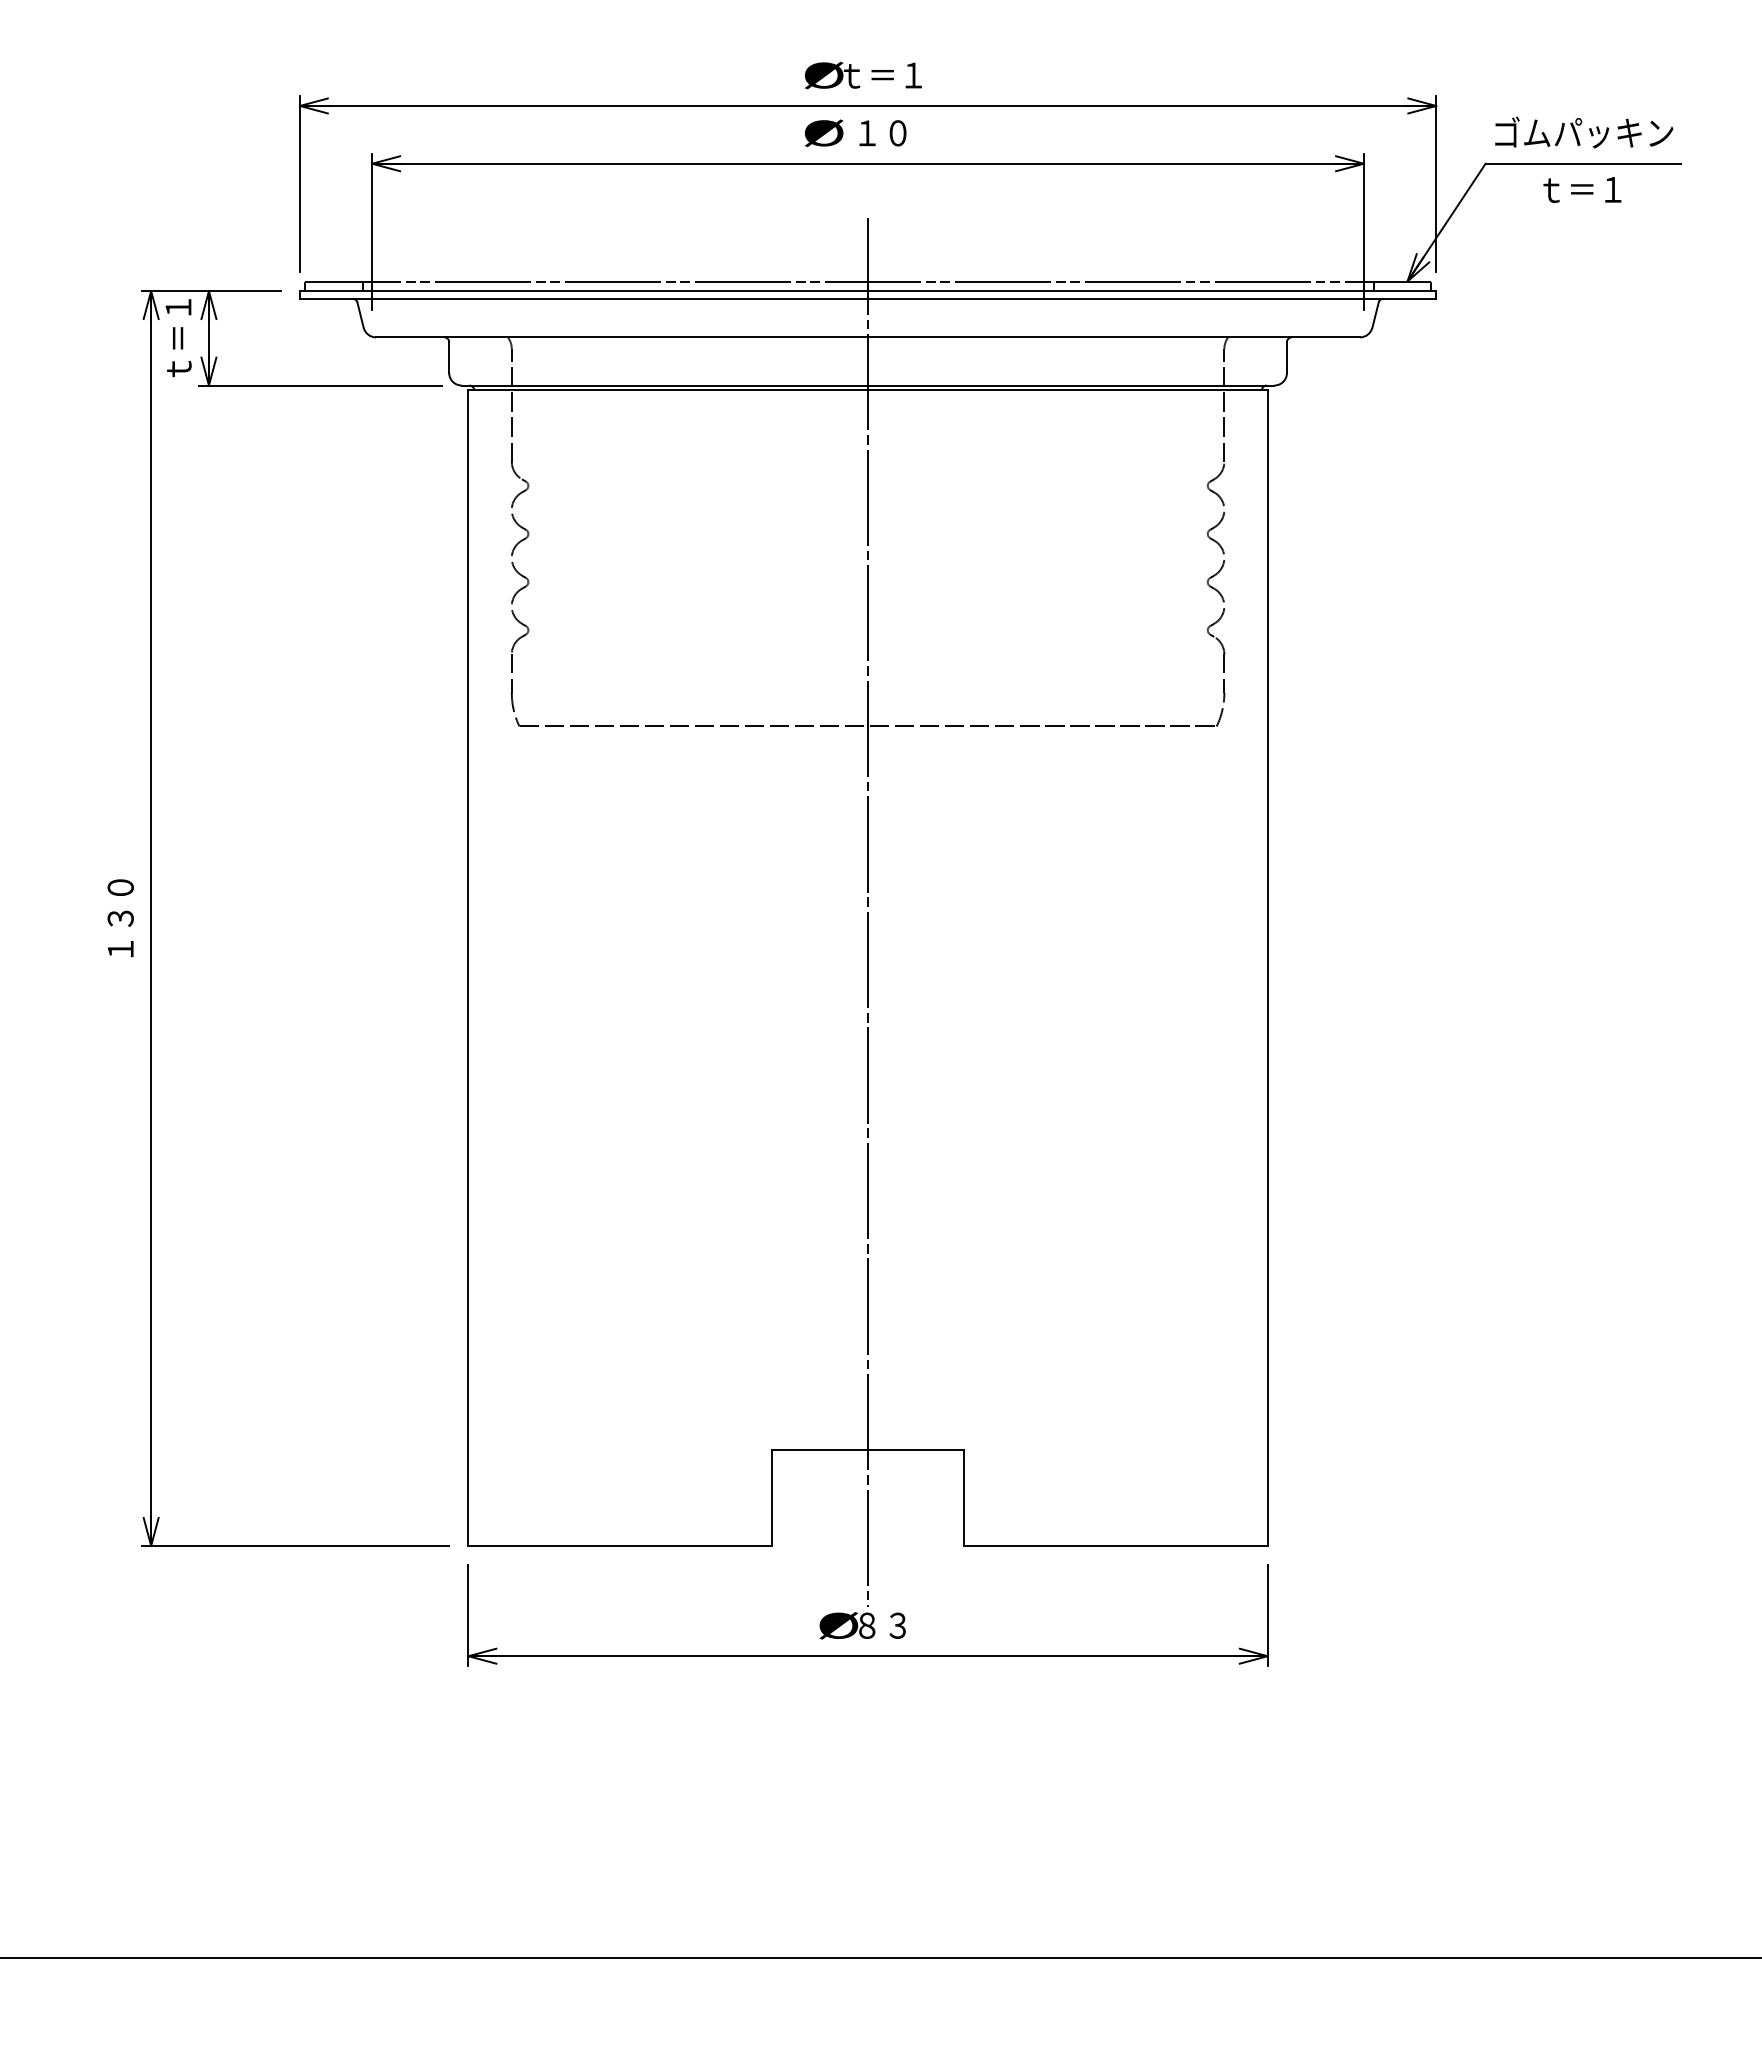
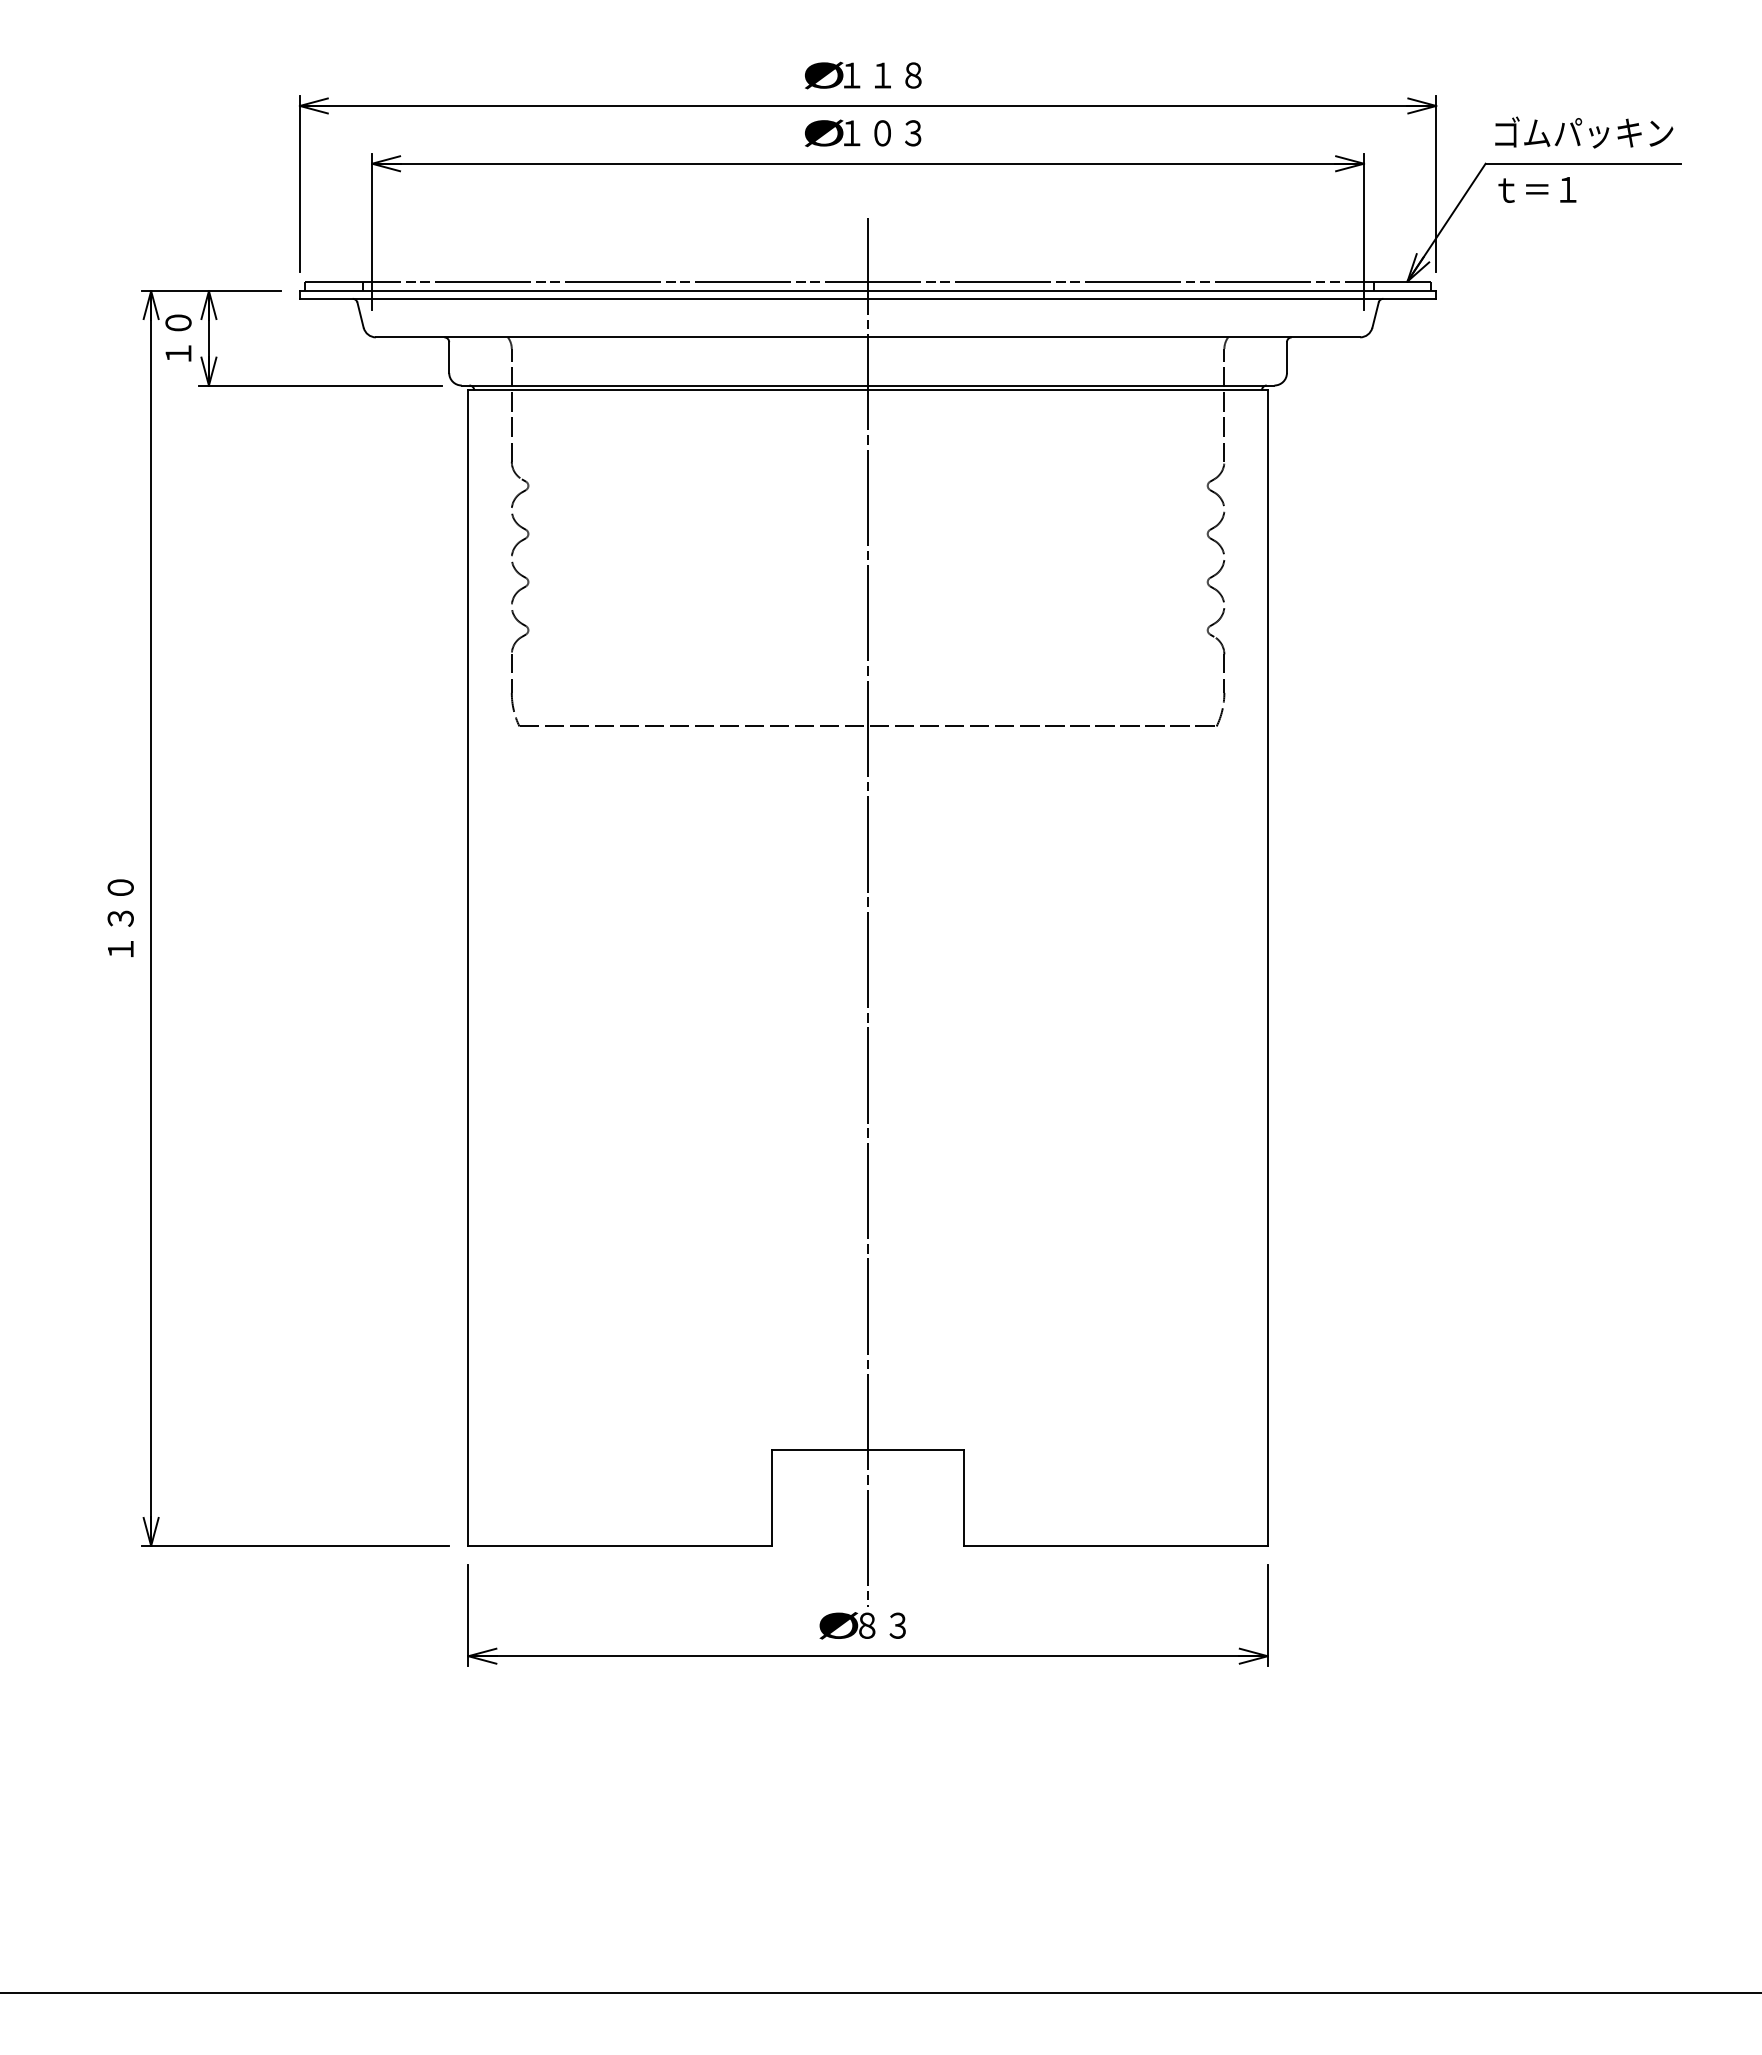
text at (882, 75): ｔ＝１ -> １１８
text at (882, 133): １０ -> １０３
text at (1582, 189) position: (1582, 189) -> (1537, 189)
text at (178, 338): ｔ＝１ -> １０
line at (880, 1958) position: (880, 1958) -> (880, 1993)
